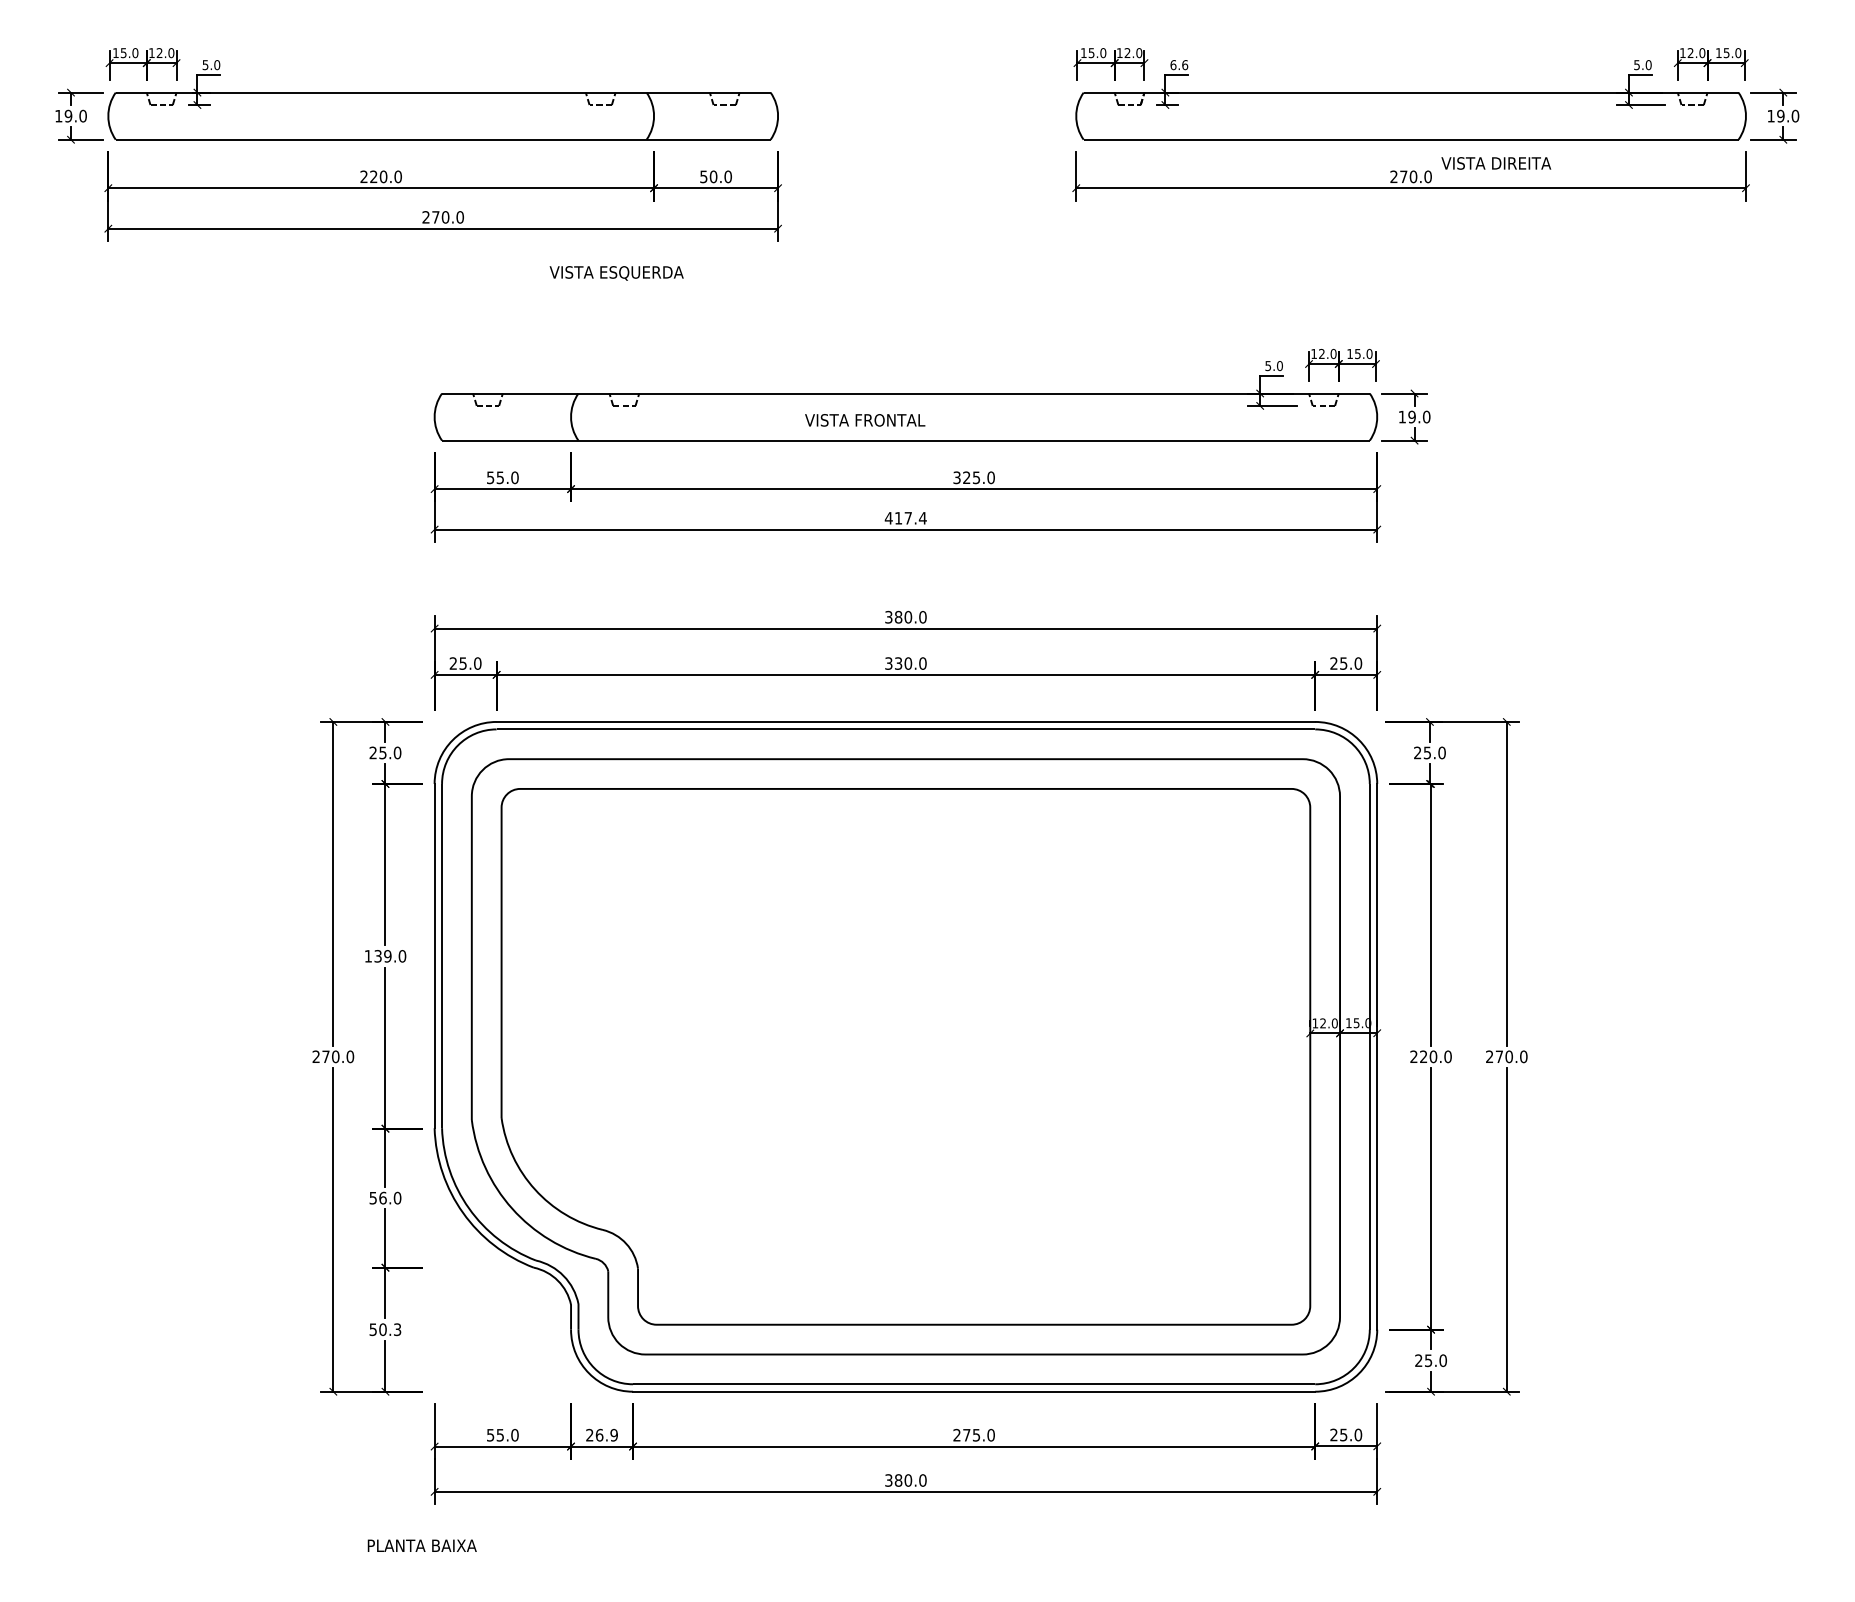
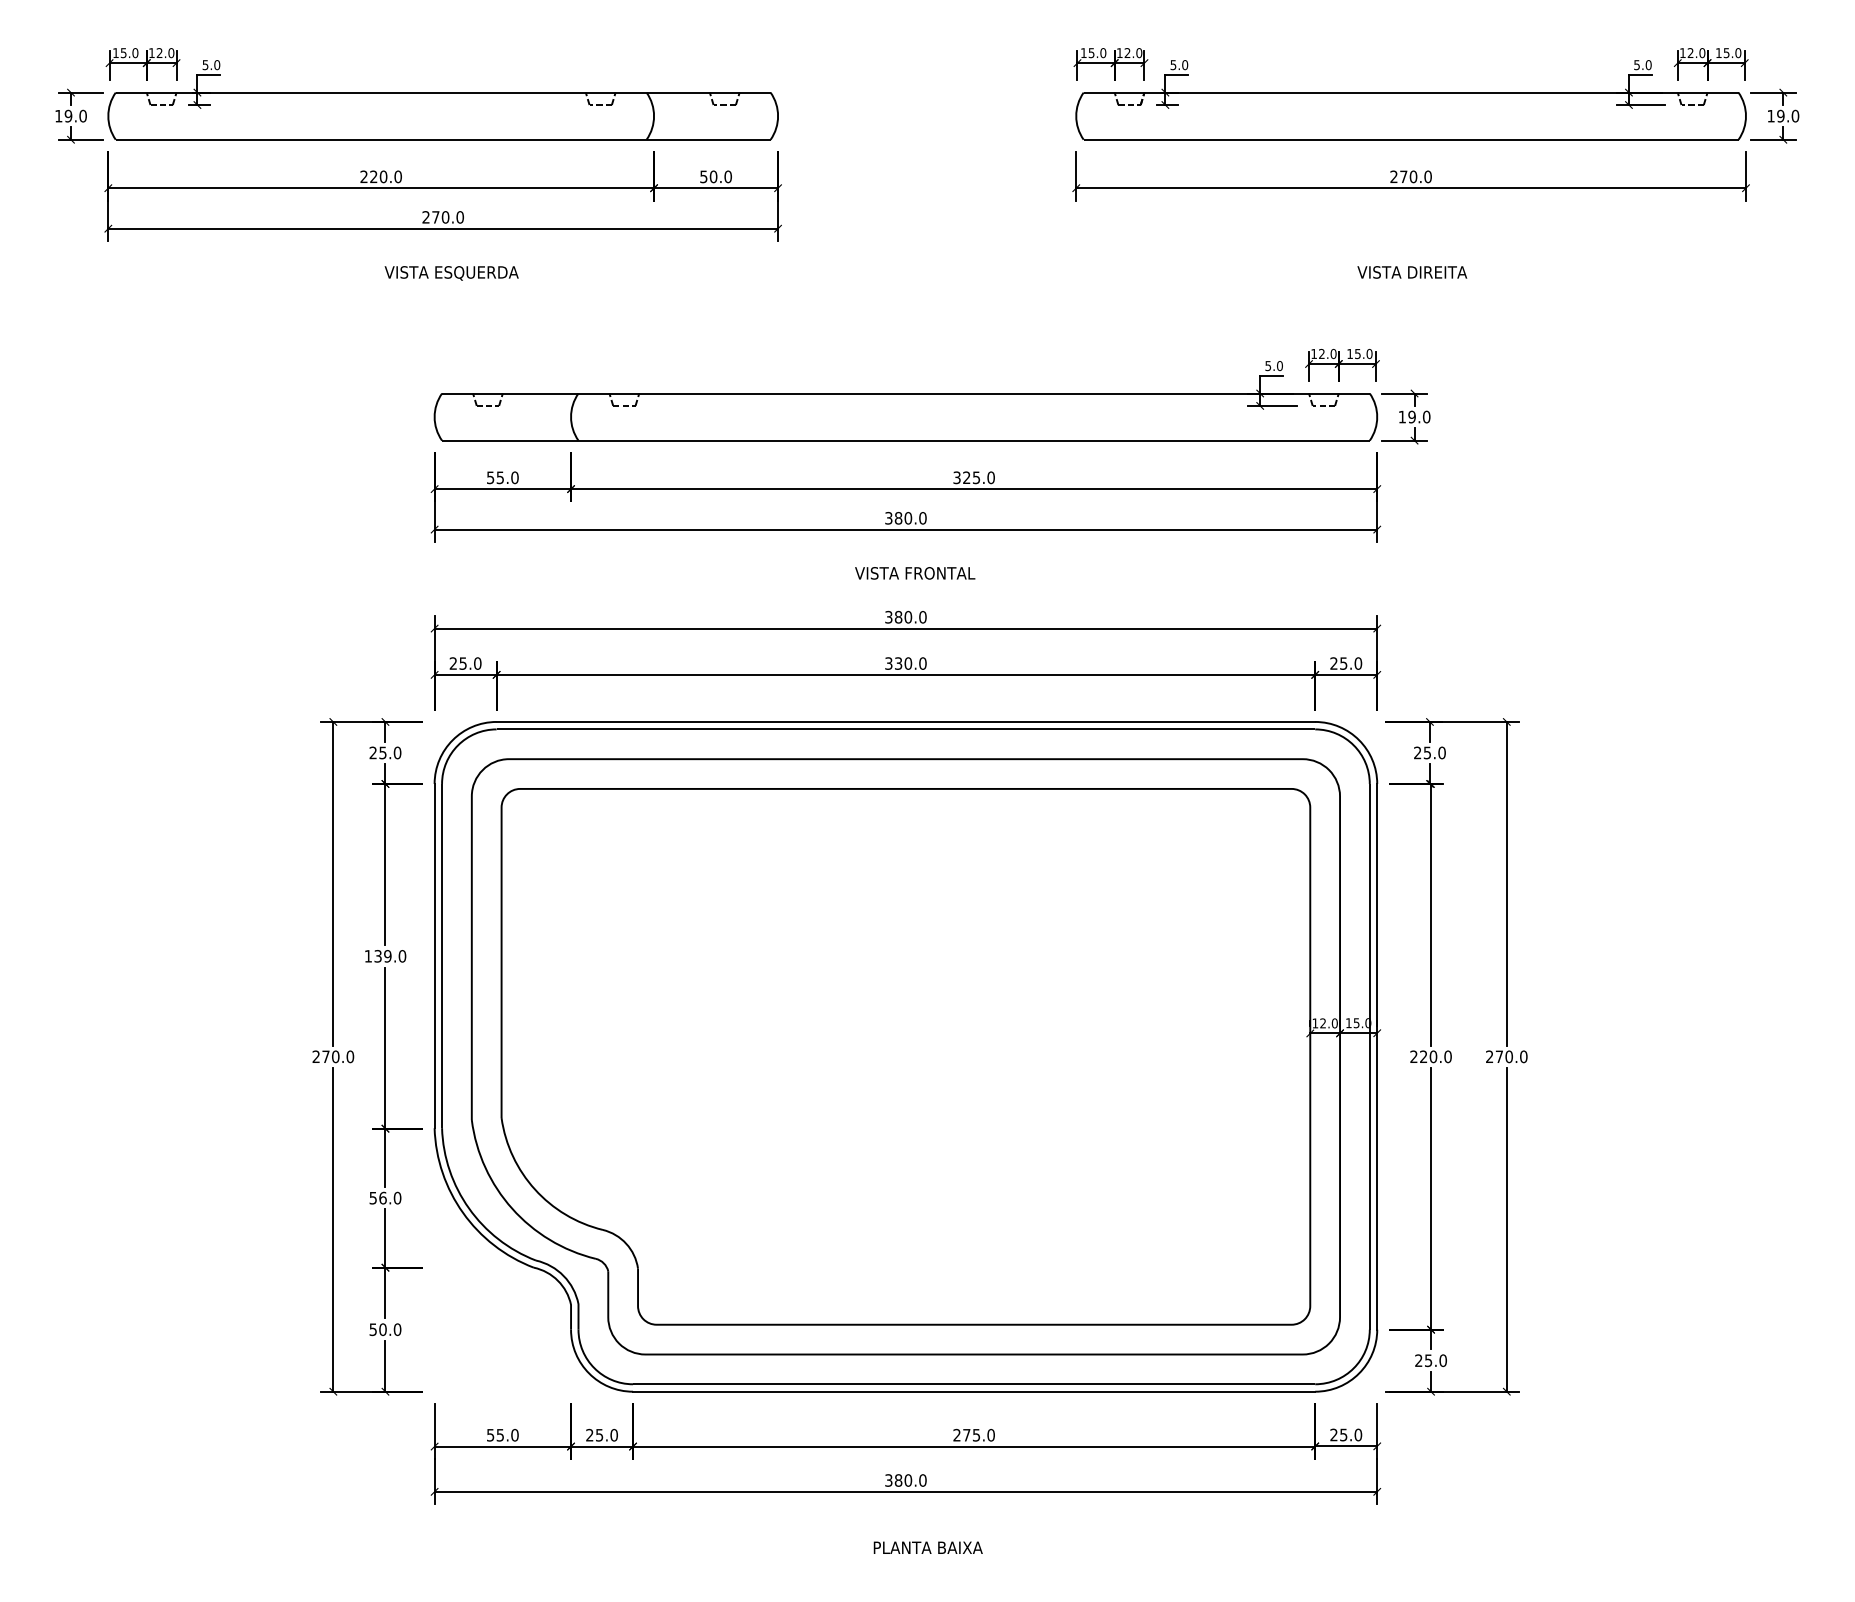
text at (1179, 65): 6.6 -> 5.0
text at (1496, 163) position: (1496, 163) -> (1412, 272)
text at (616, 273) position: (616, 273) -> (451, 273)
text at (865, 420) position: (865, 420) -> (915, 573)
text at (905, 517): 417.4 -> 380.0
text at (397, 1329): 50.3 -> 50.0
text at (606, 1434): 26.9 -> 25.0
text at (421, 1545) position: (421, 1545) -> (927, 1547)
